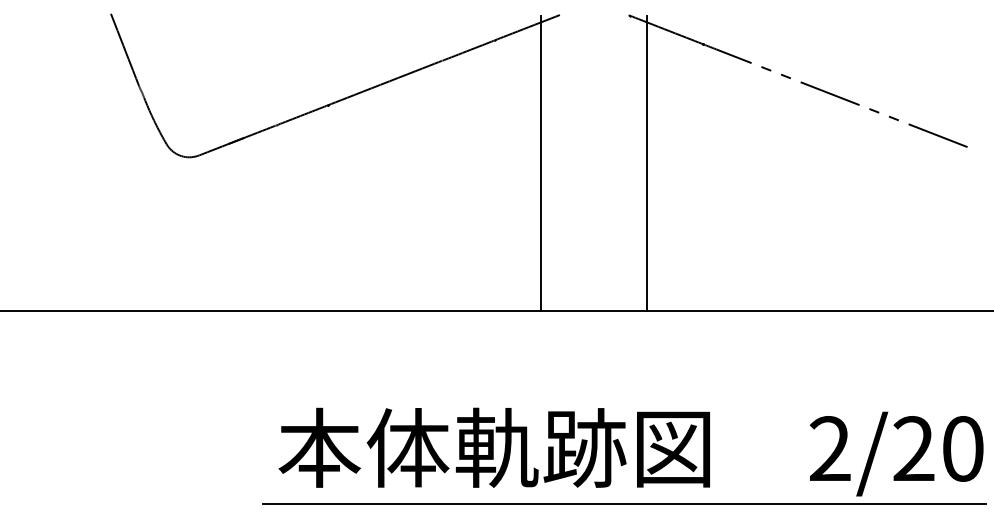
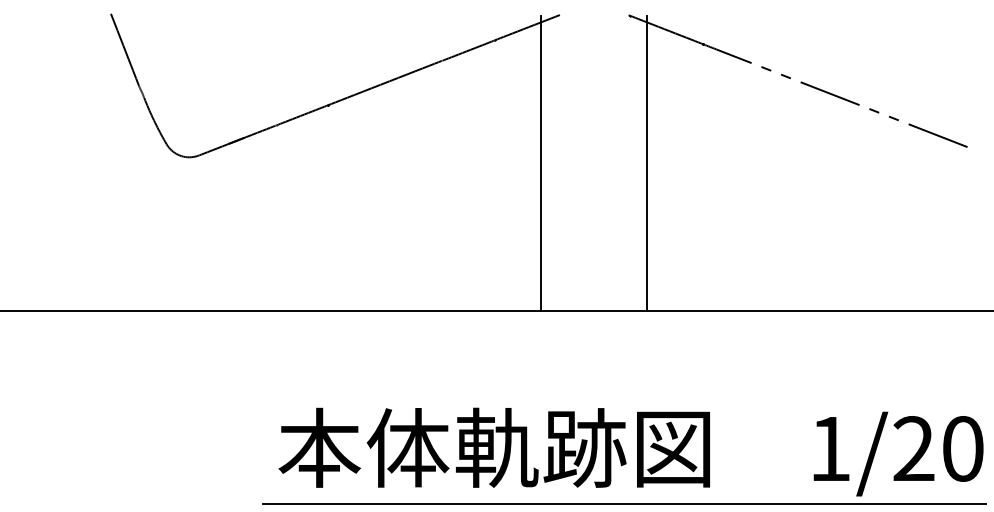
text at (829, 448): 2/20 -> 1/20
